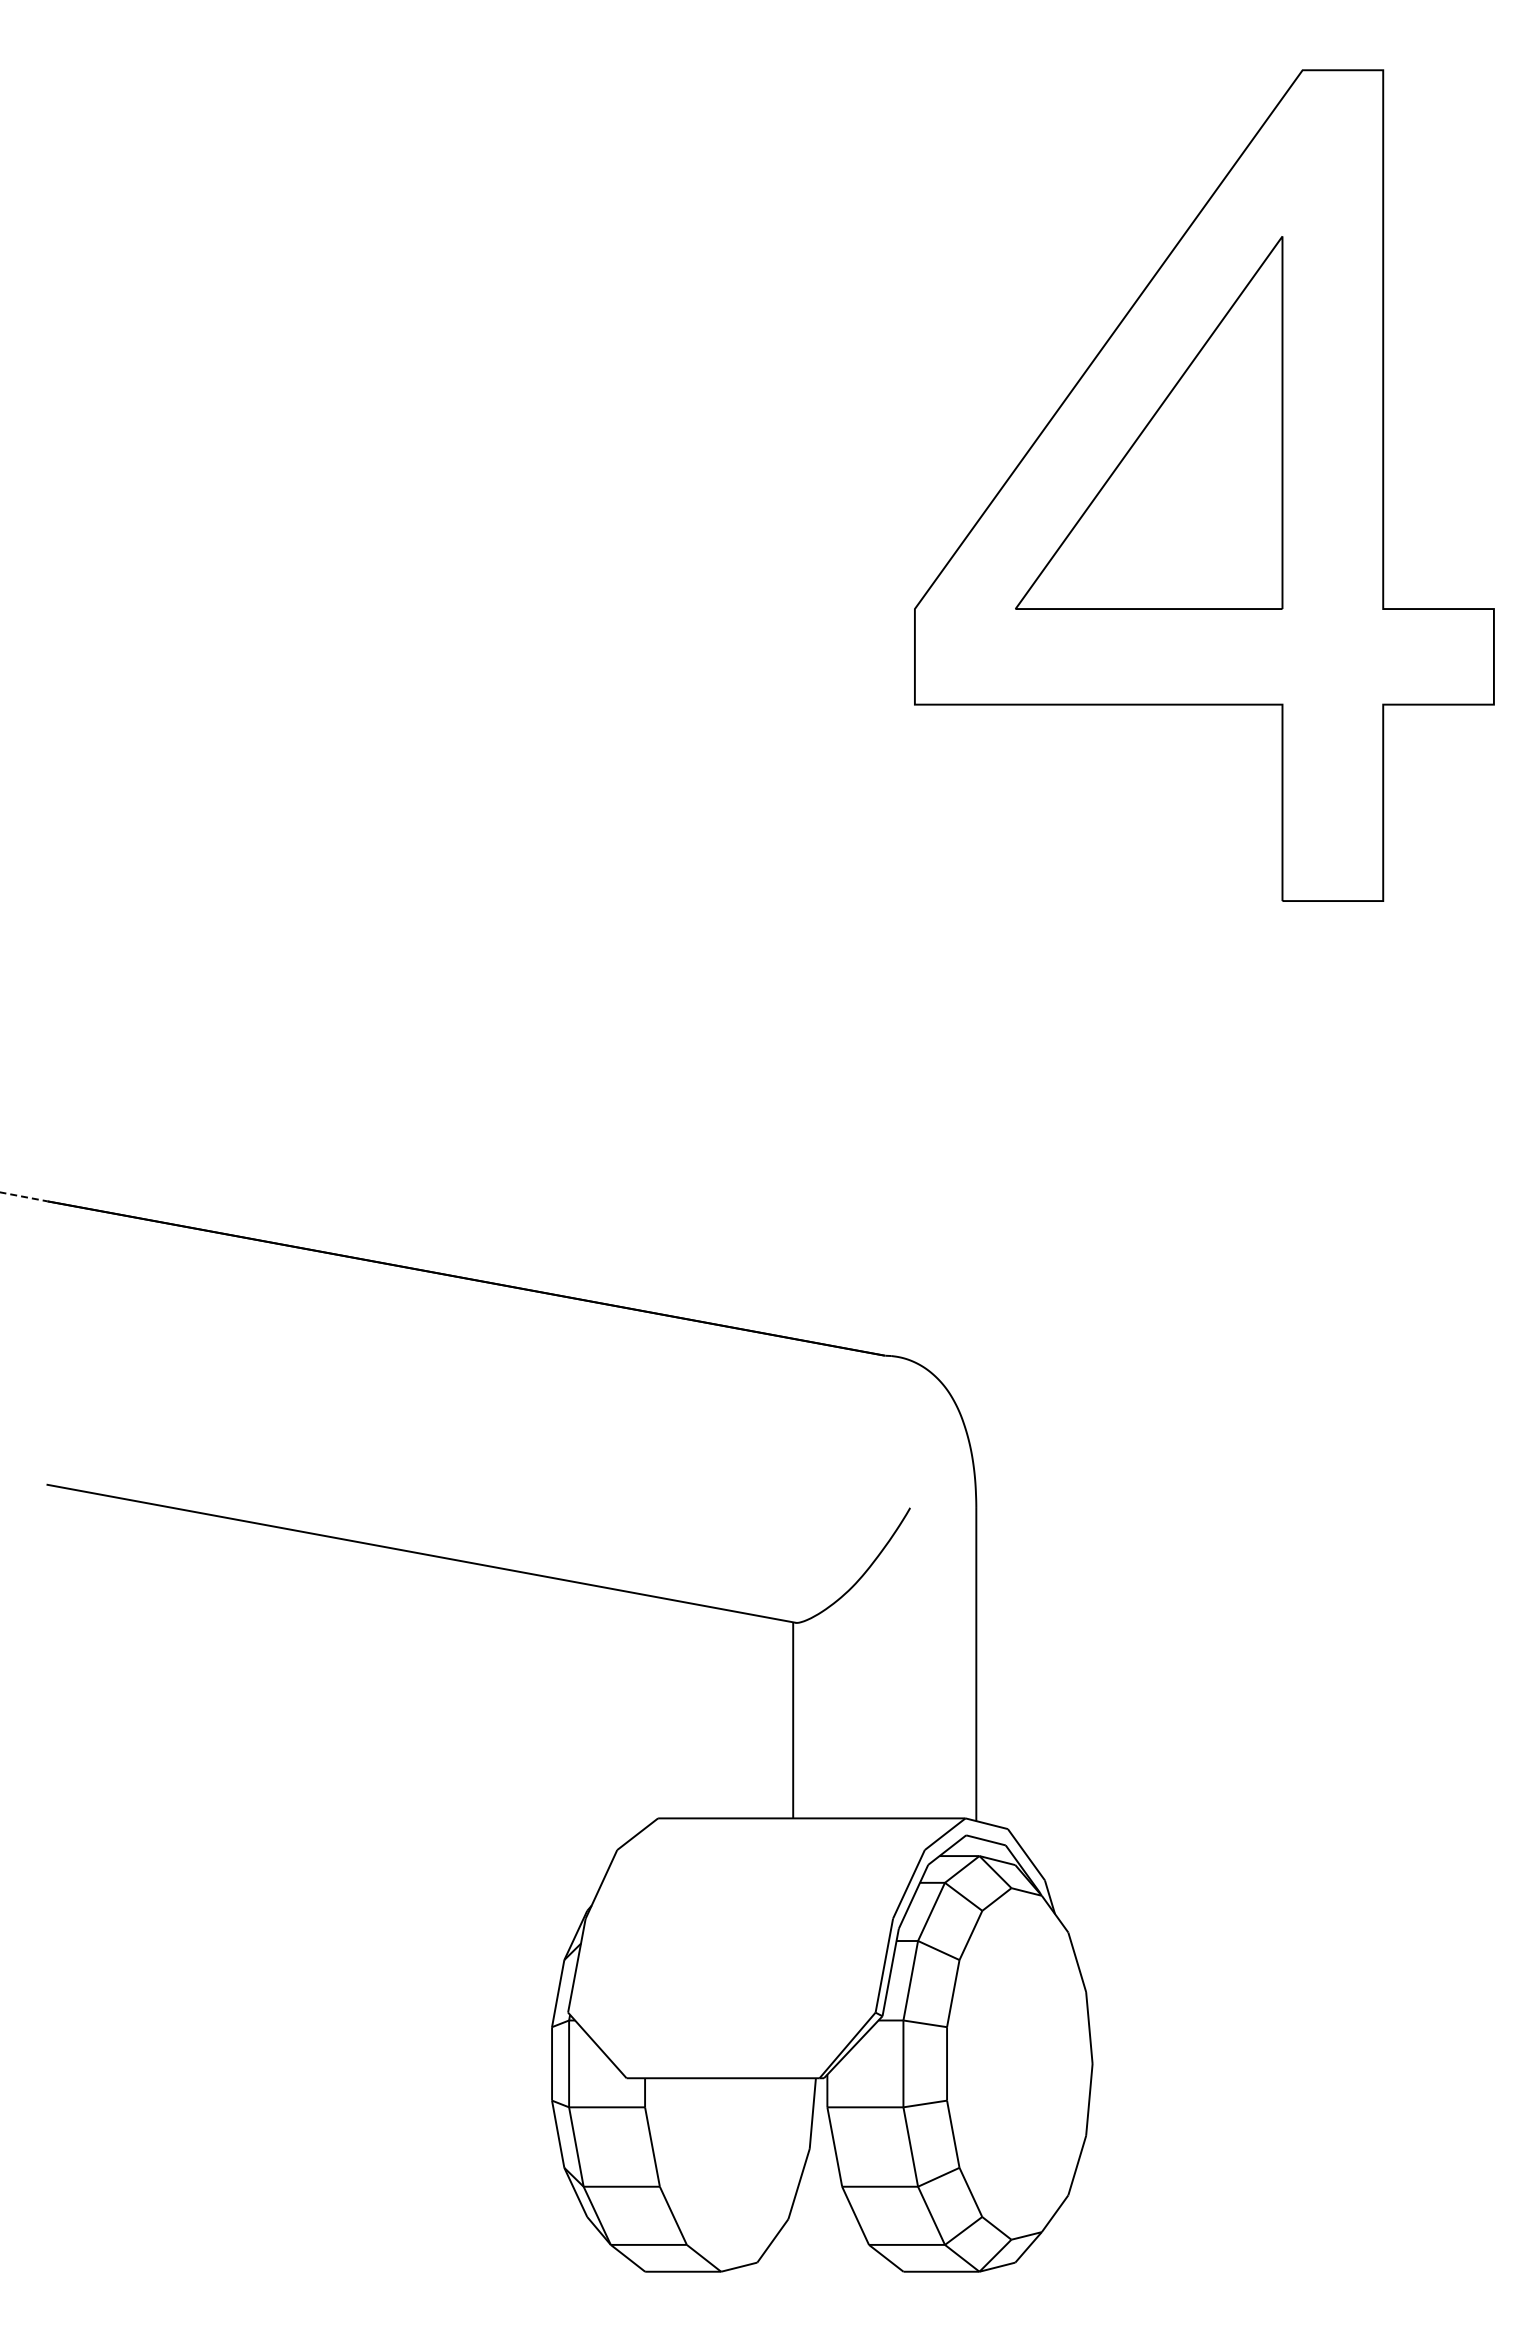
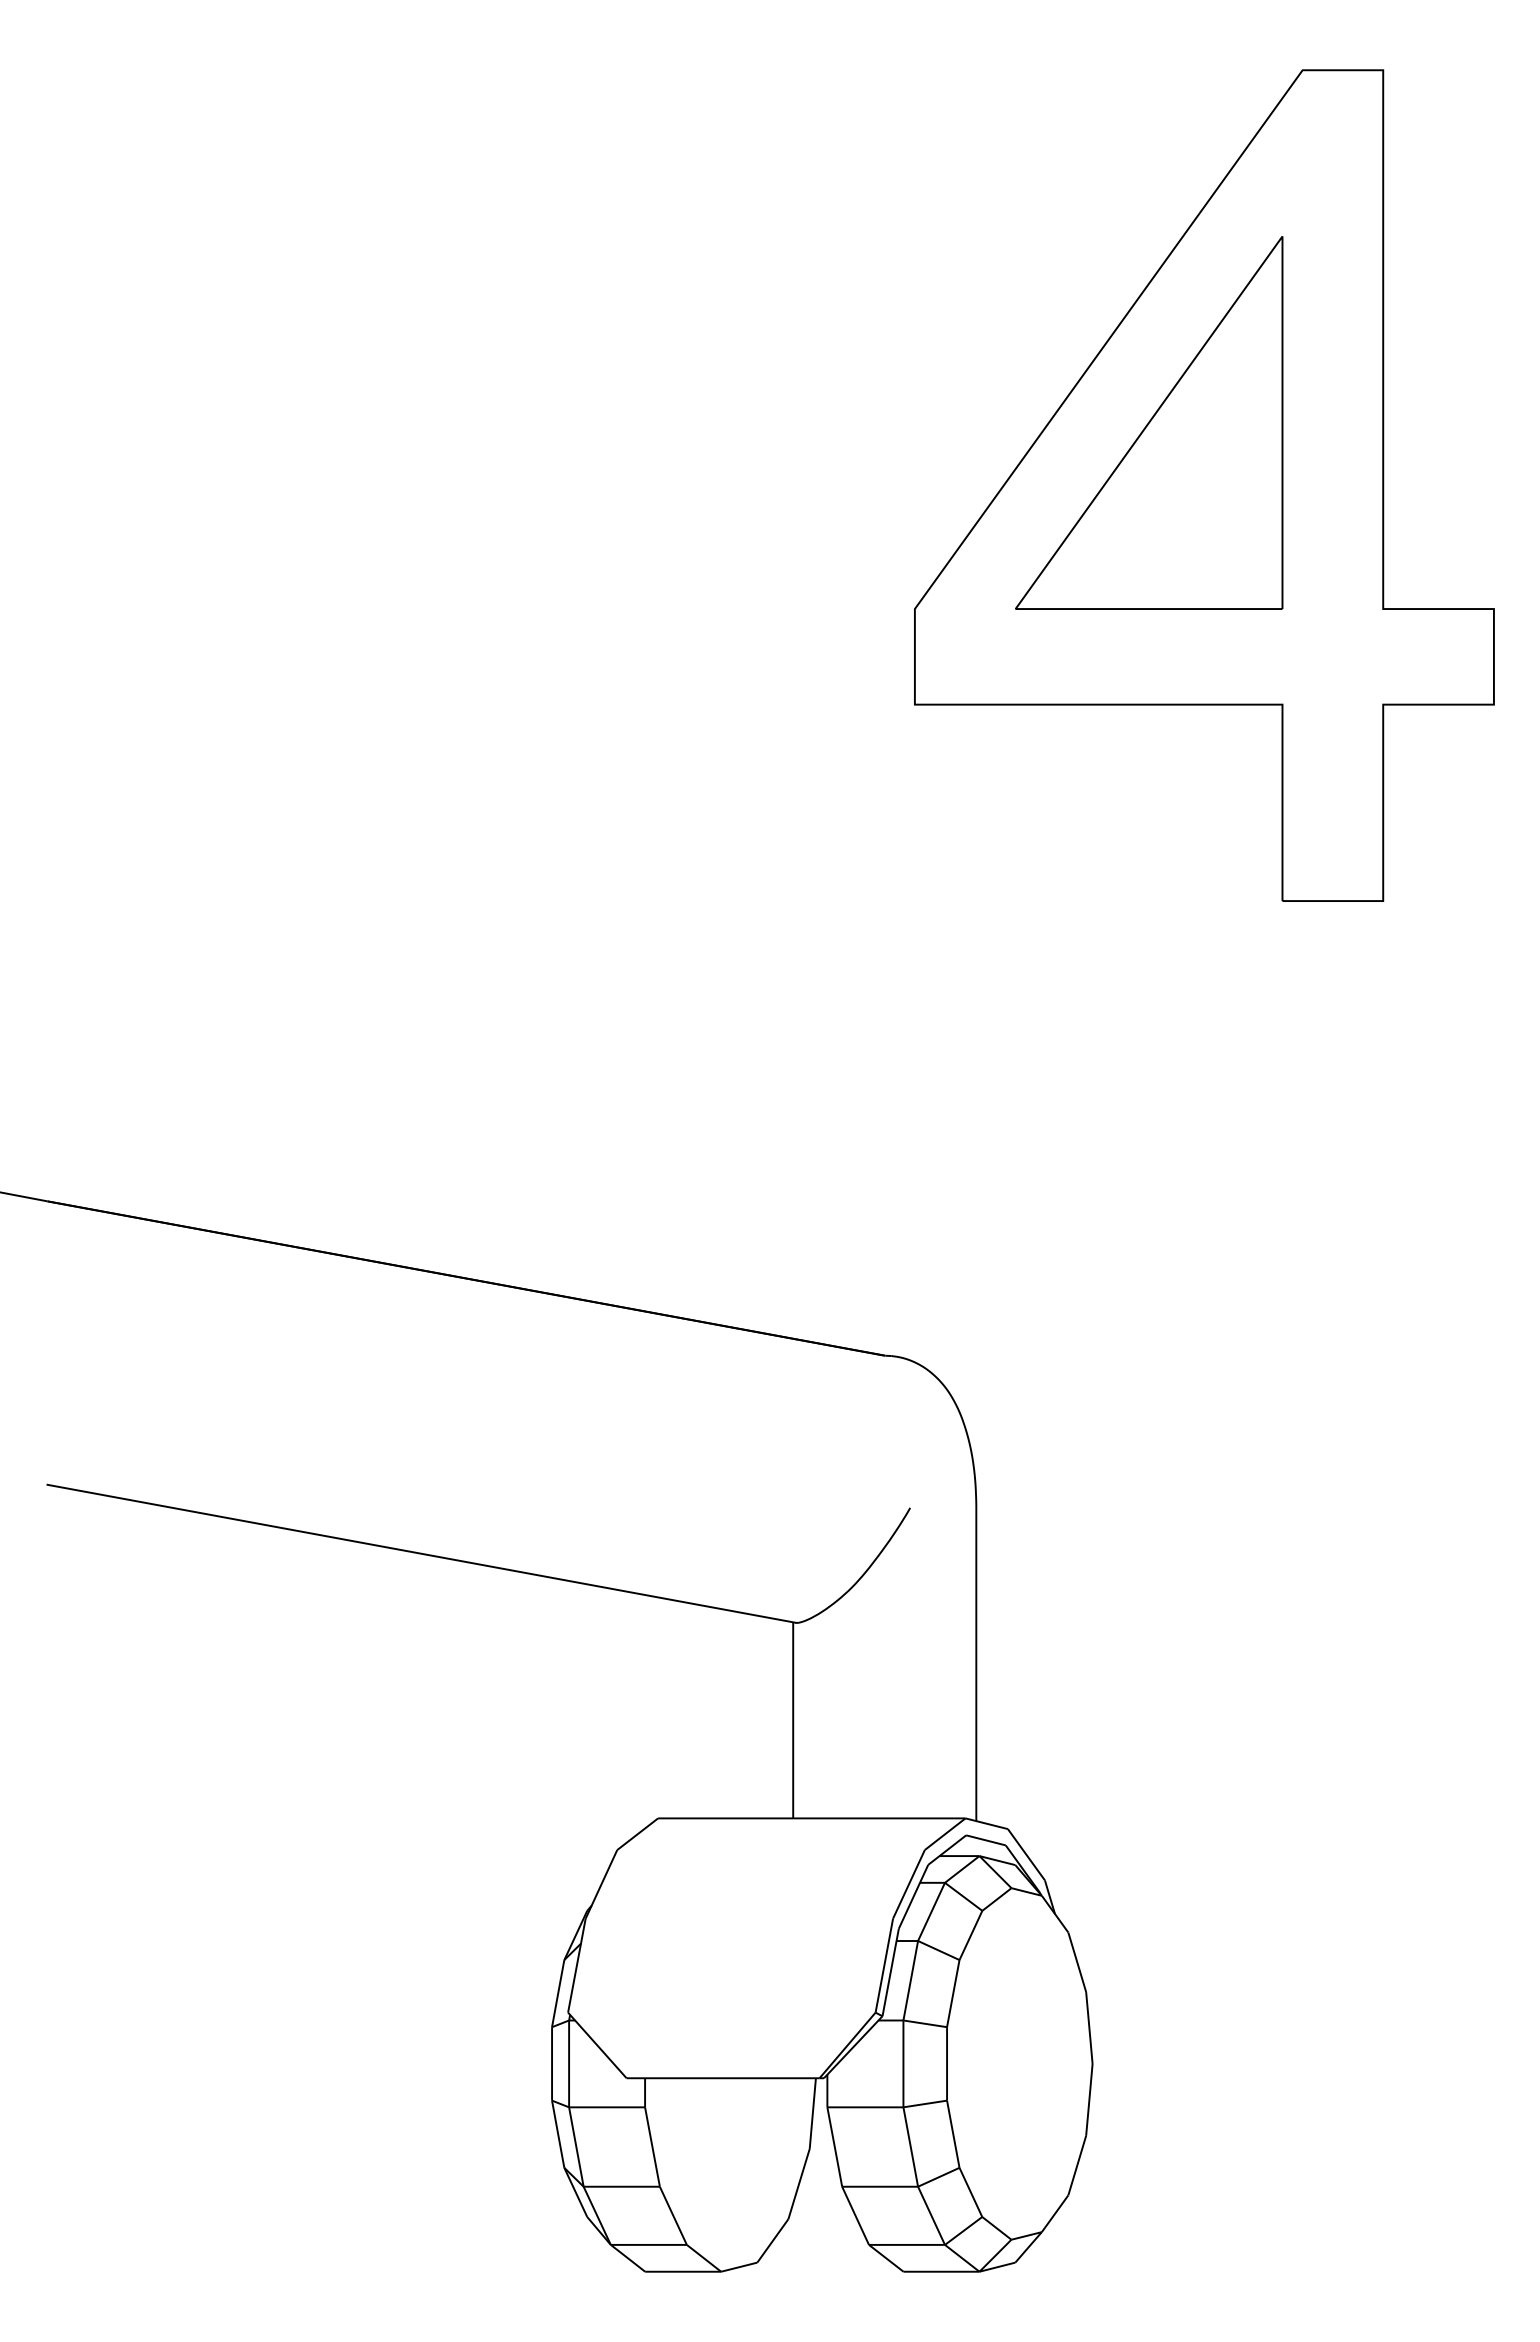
line at (24, 1196): dashed -> solid
